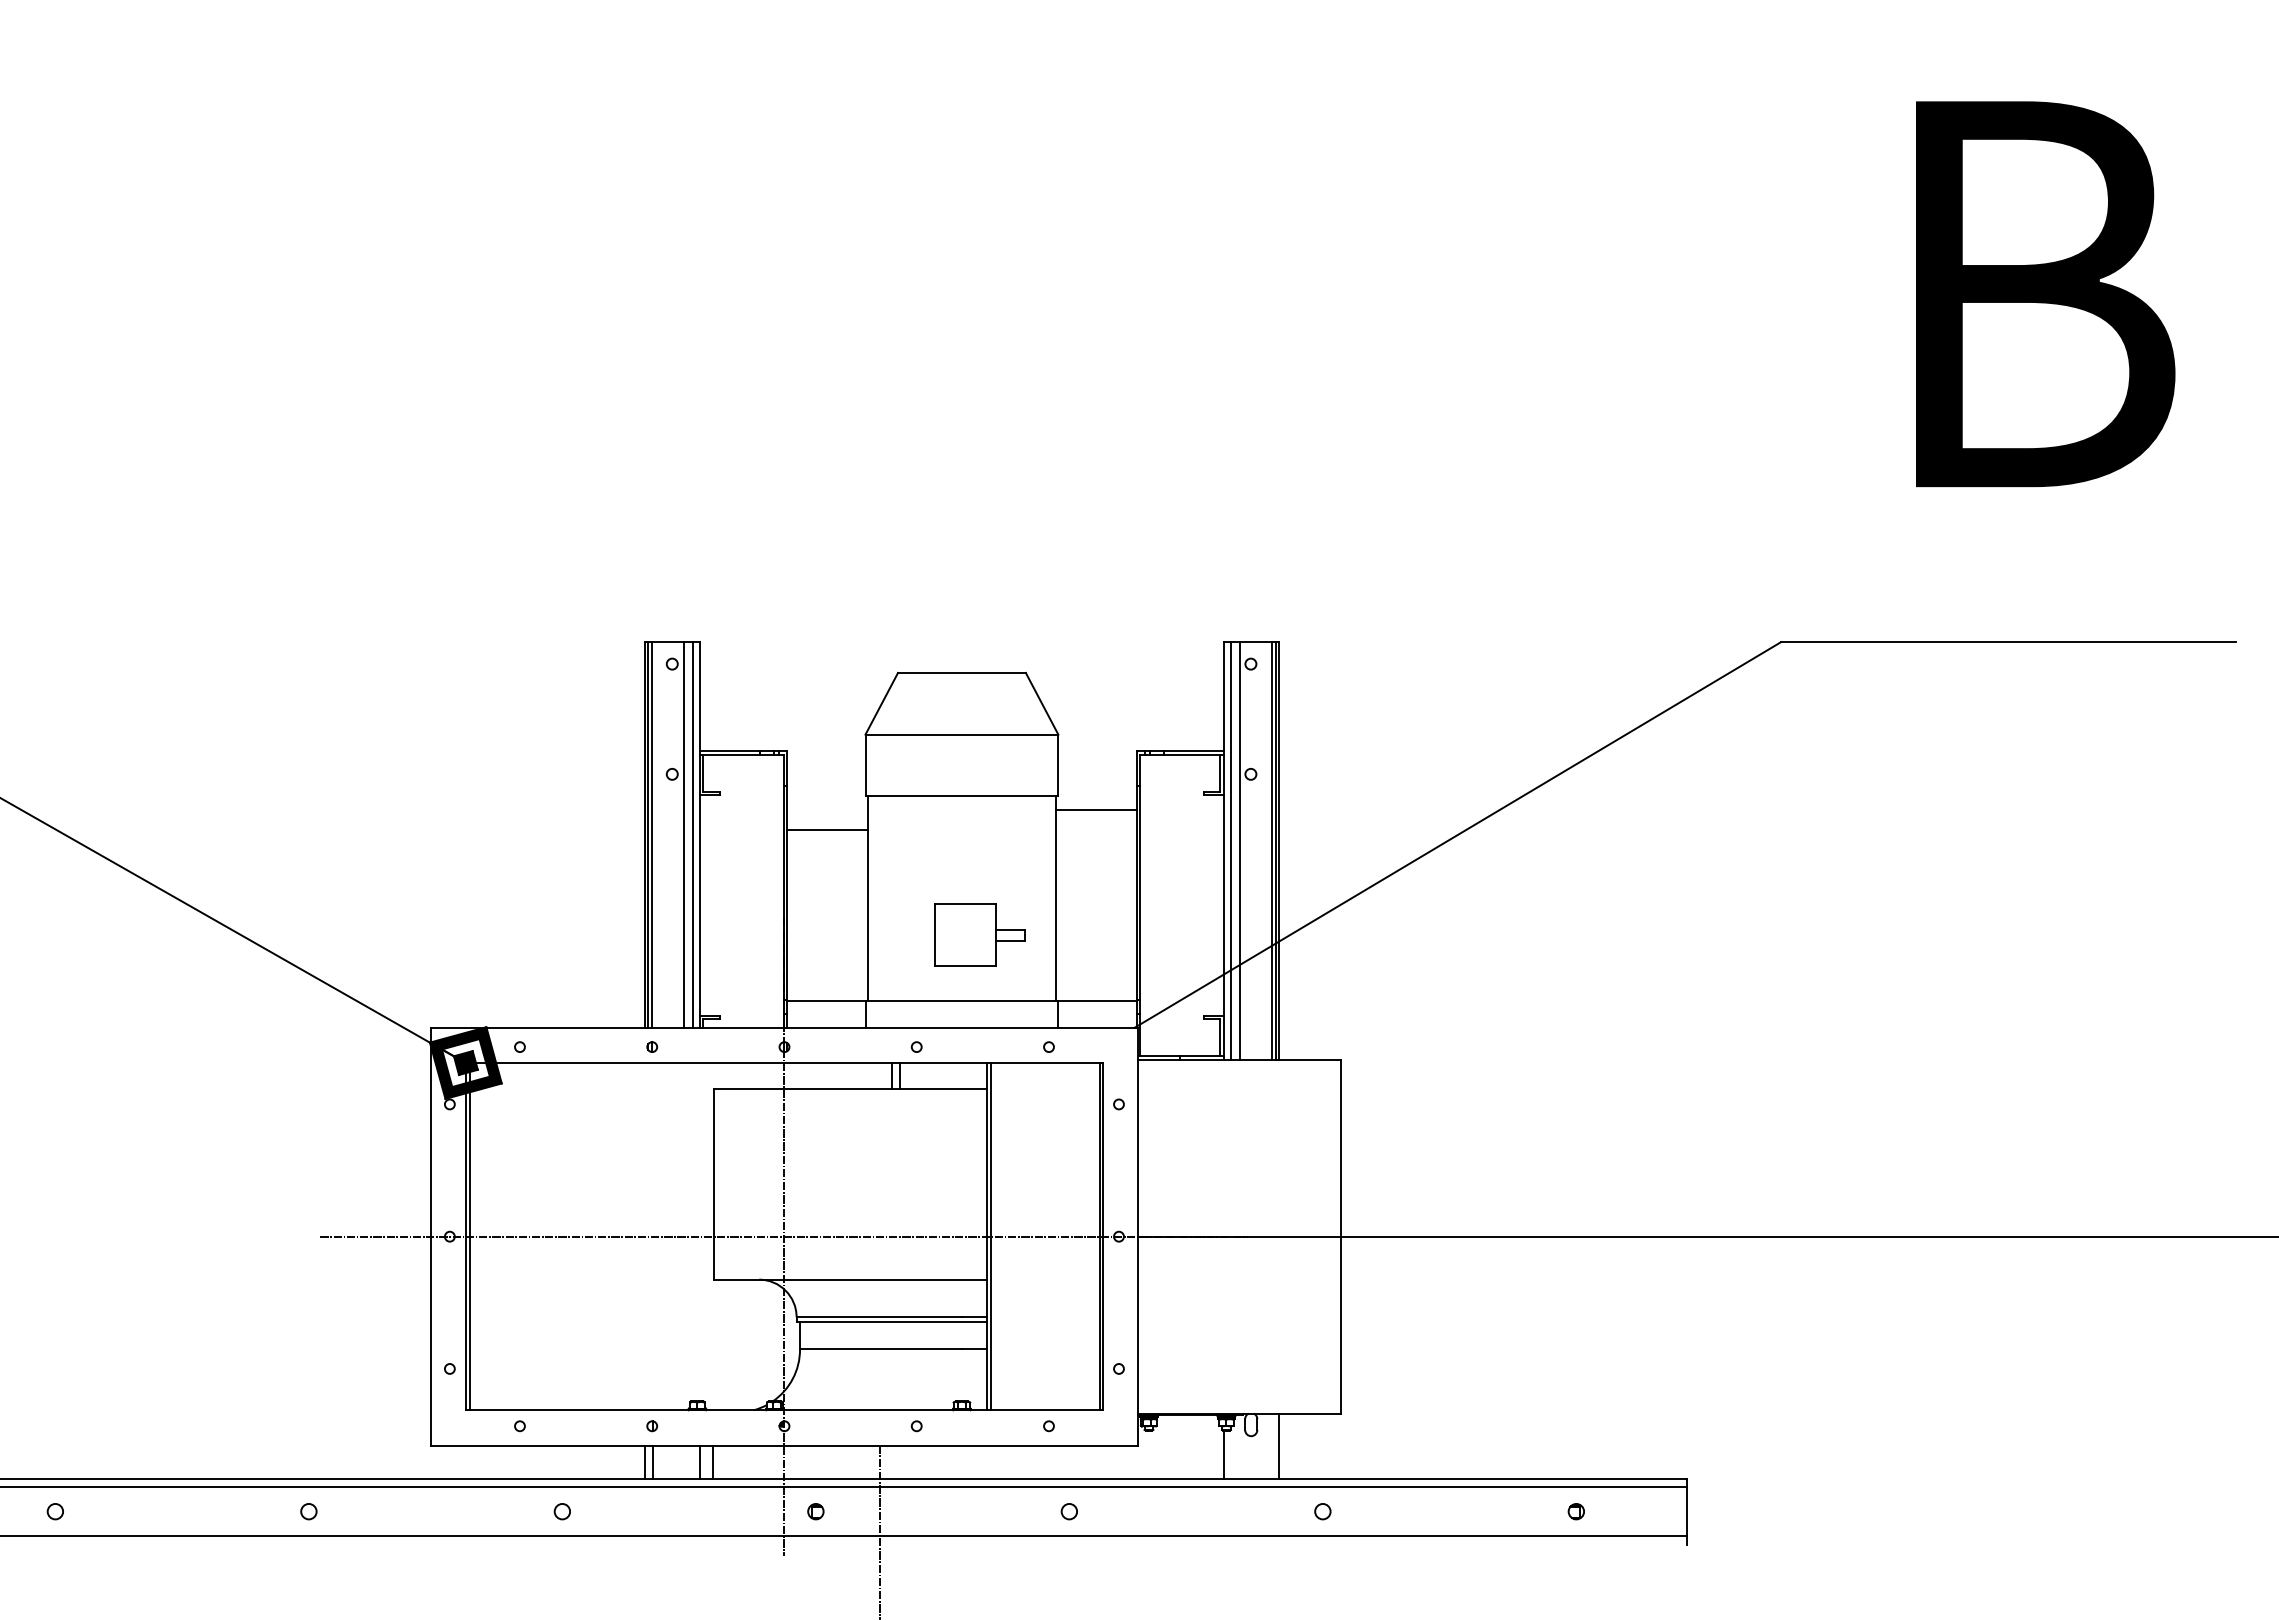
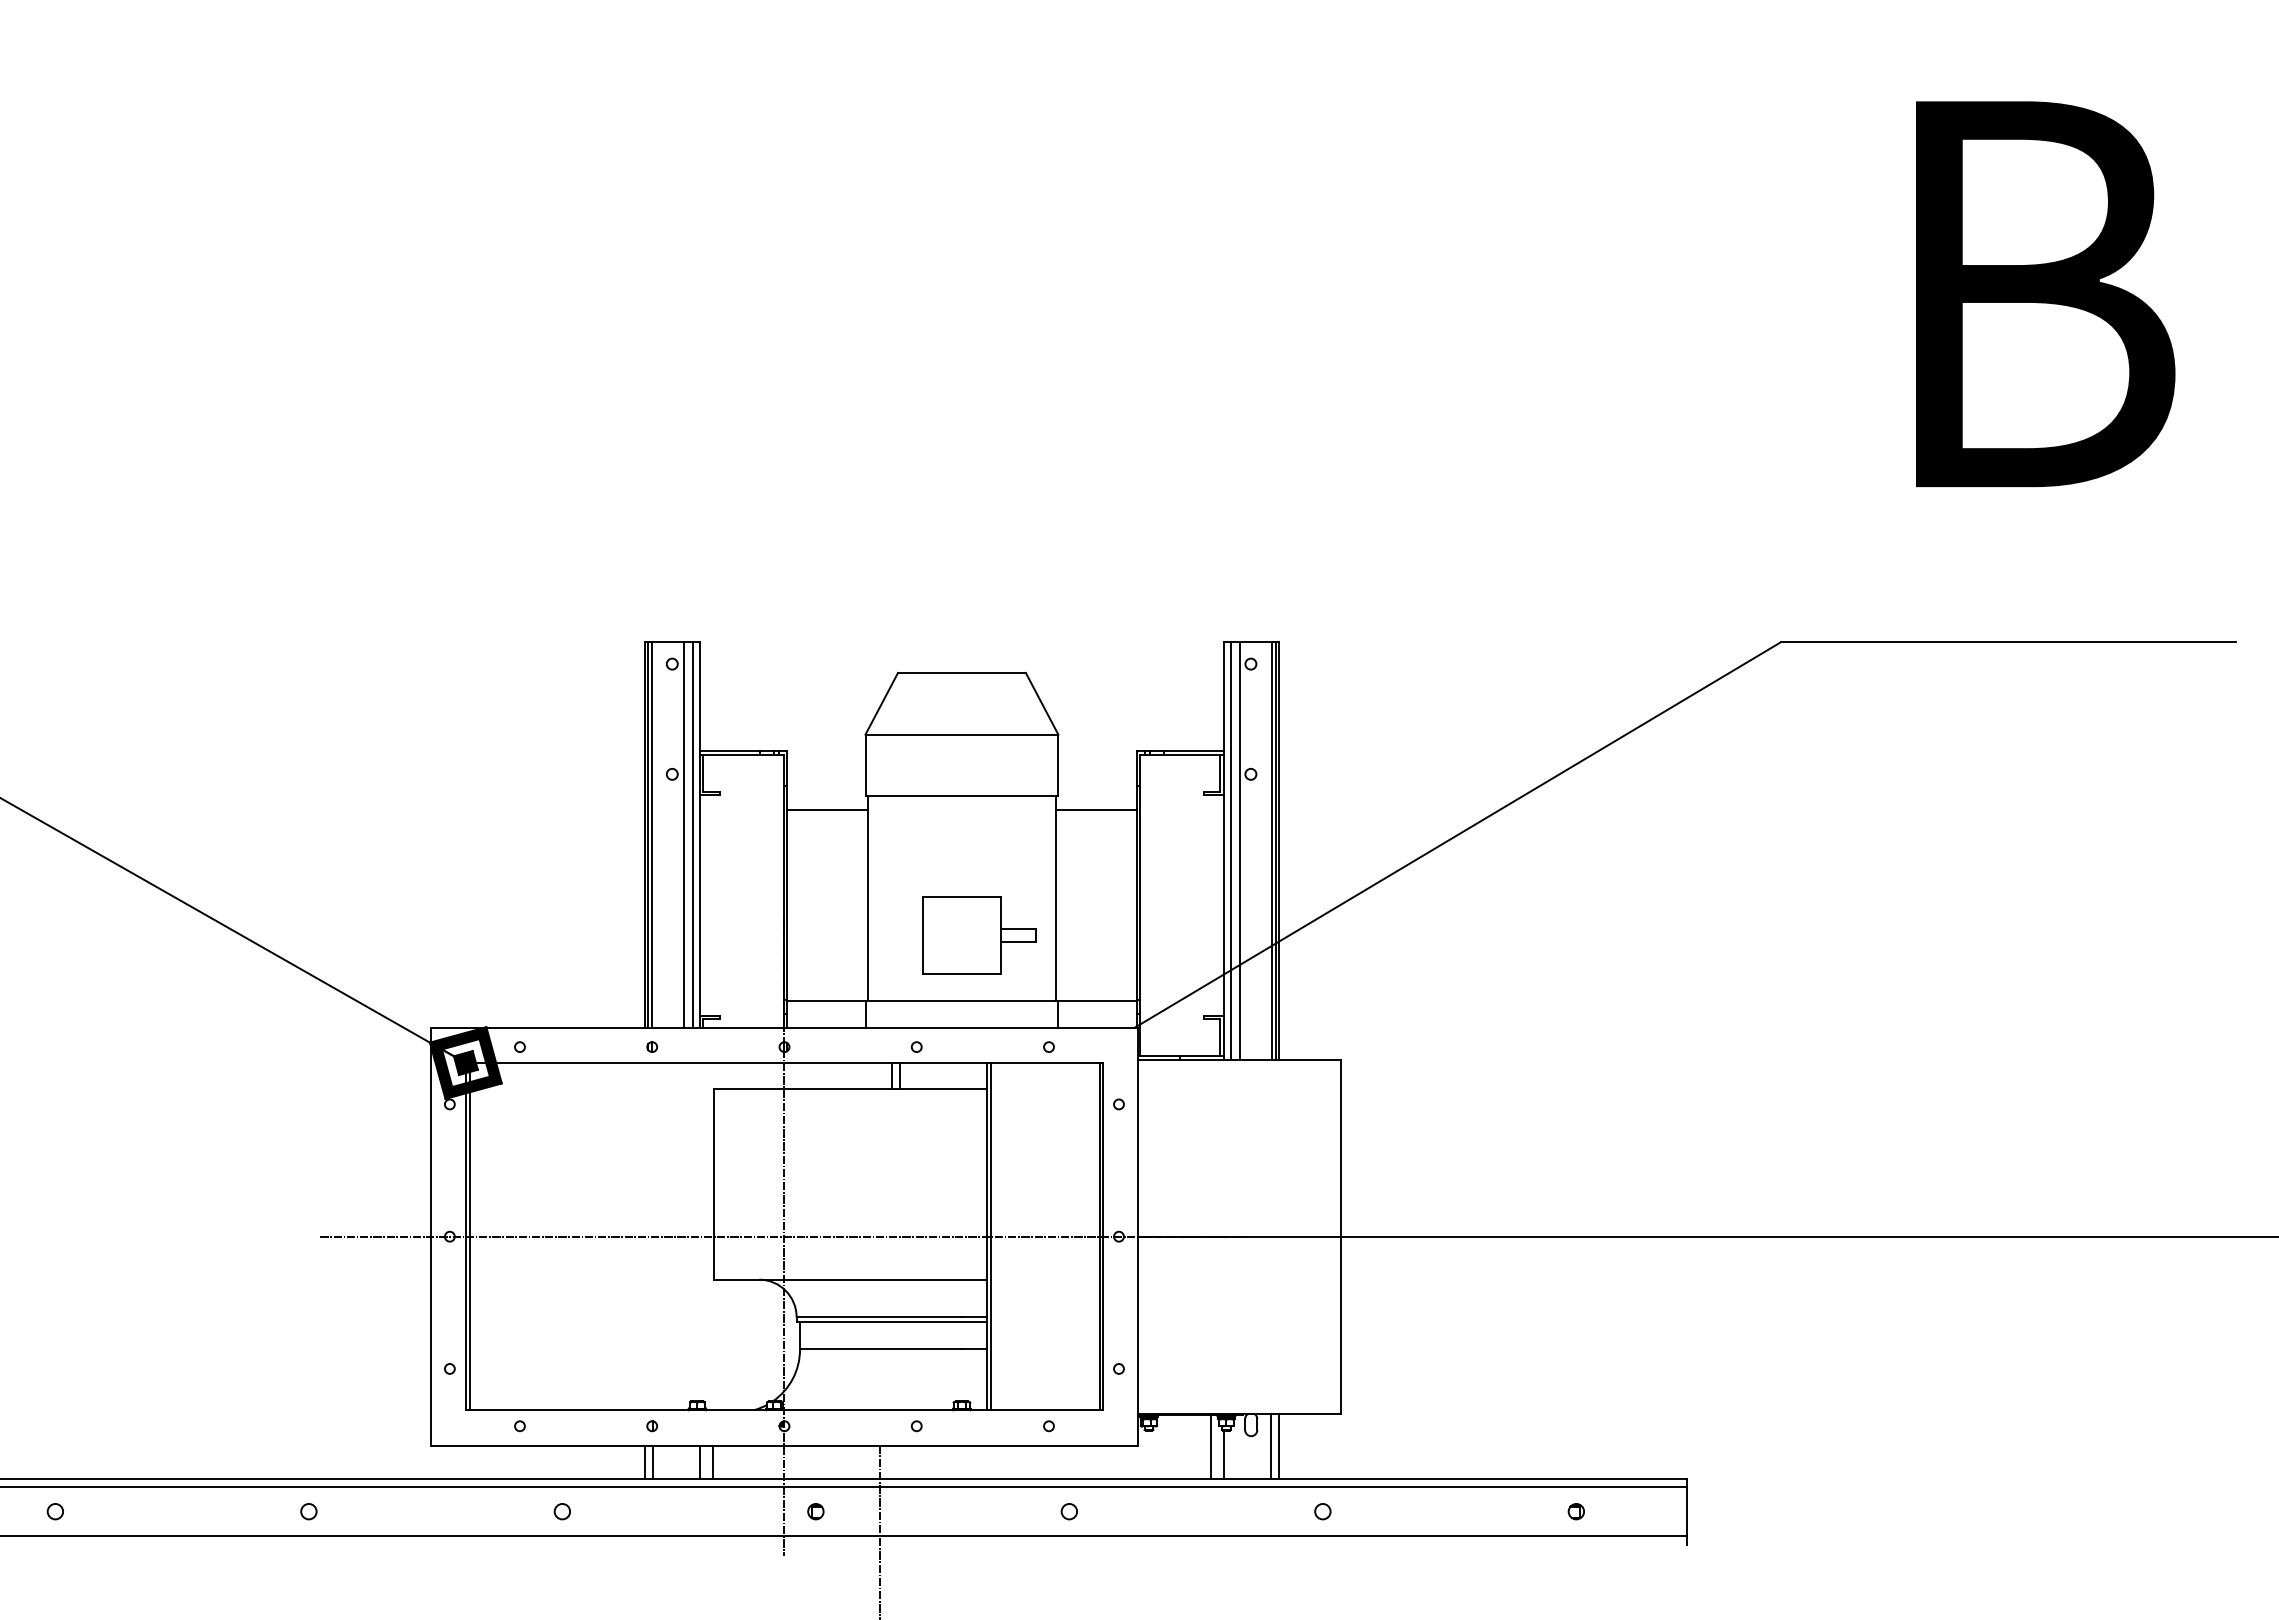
line at (827, 829) position: (827, 829) -> (827, 809)
part at (979, 934) size: 92x64 px -> 115x79 px
line at (1271, 1445): none -> present
line at (1210, 1446): none -> present
